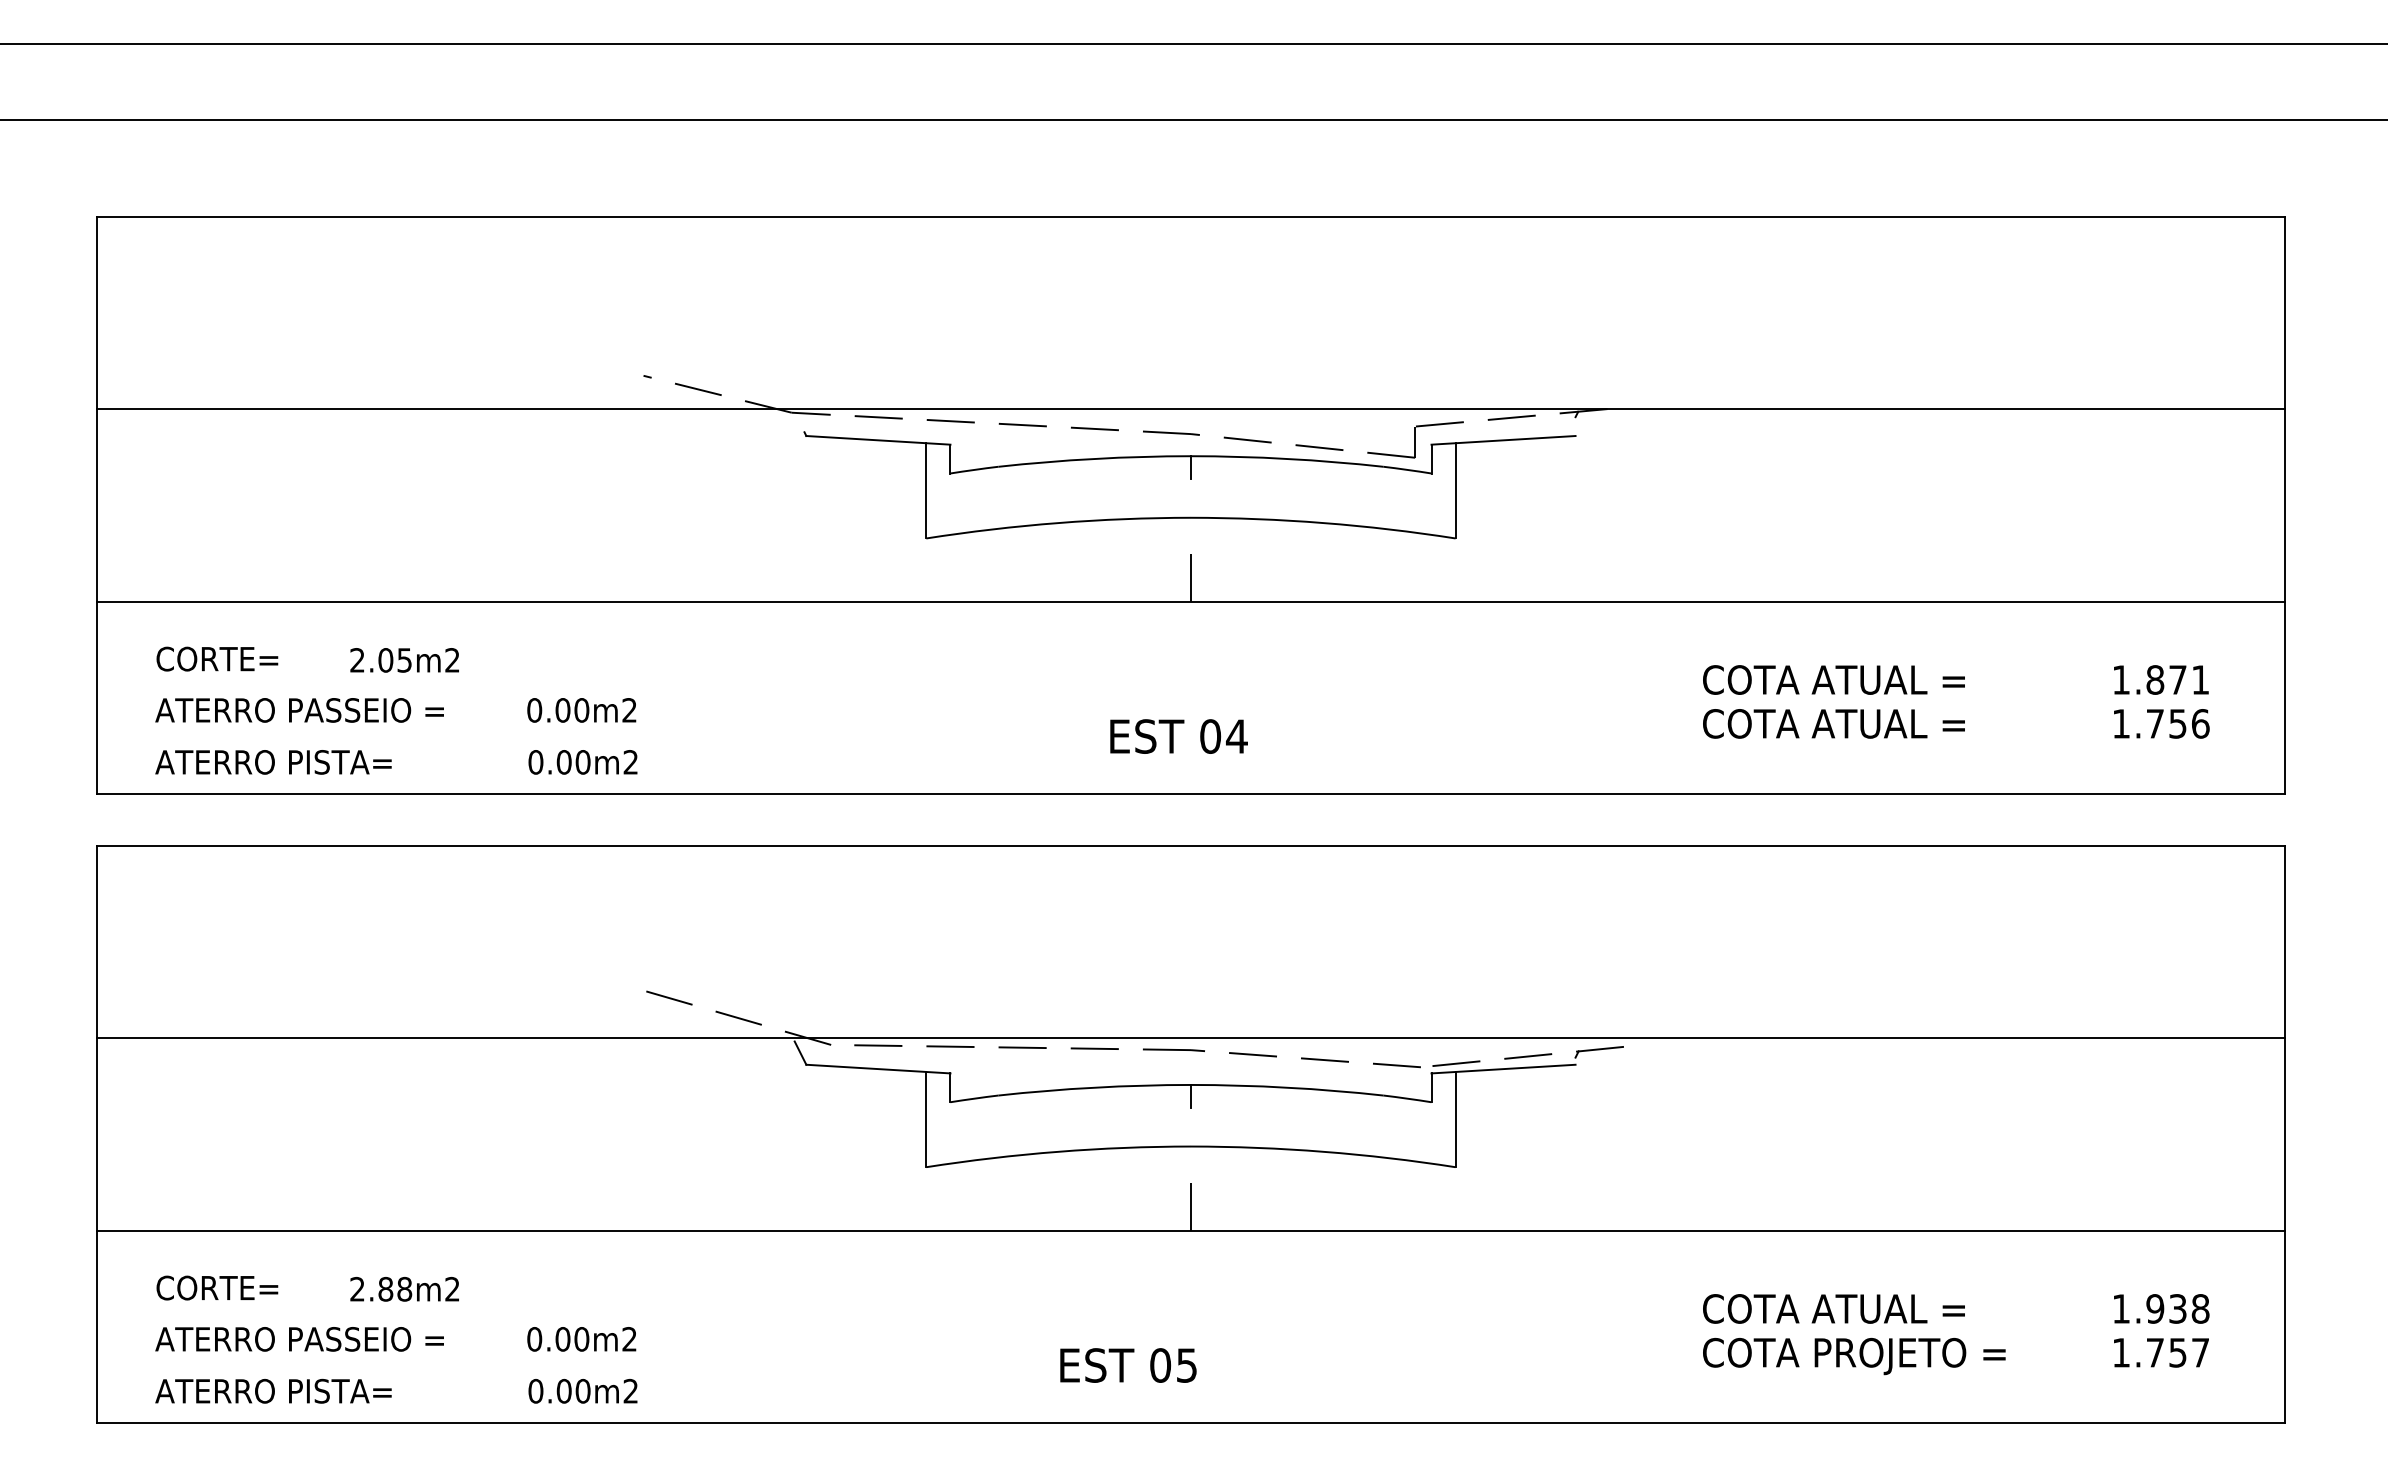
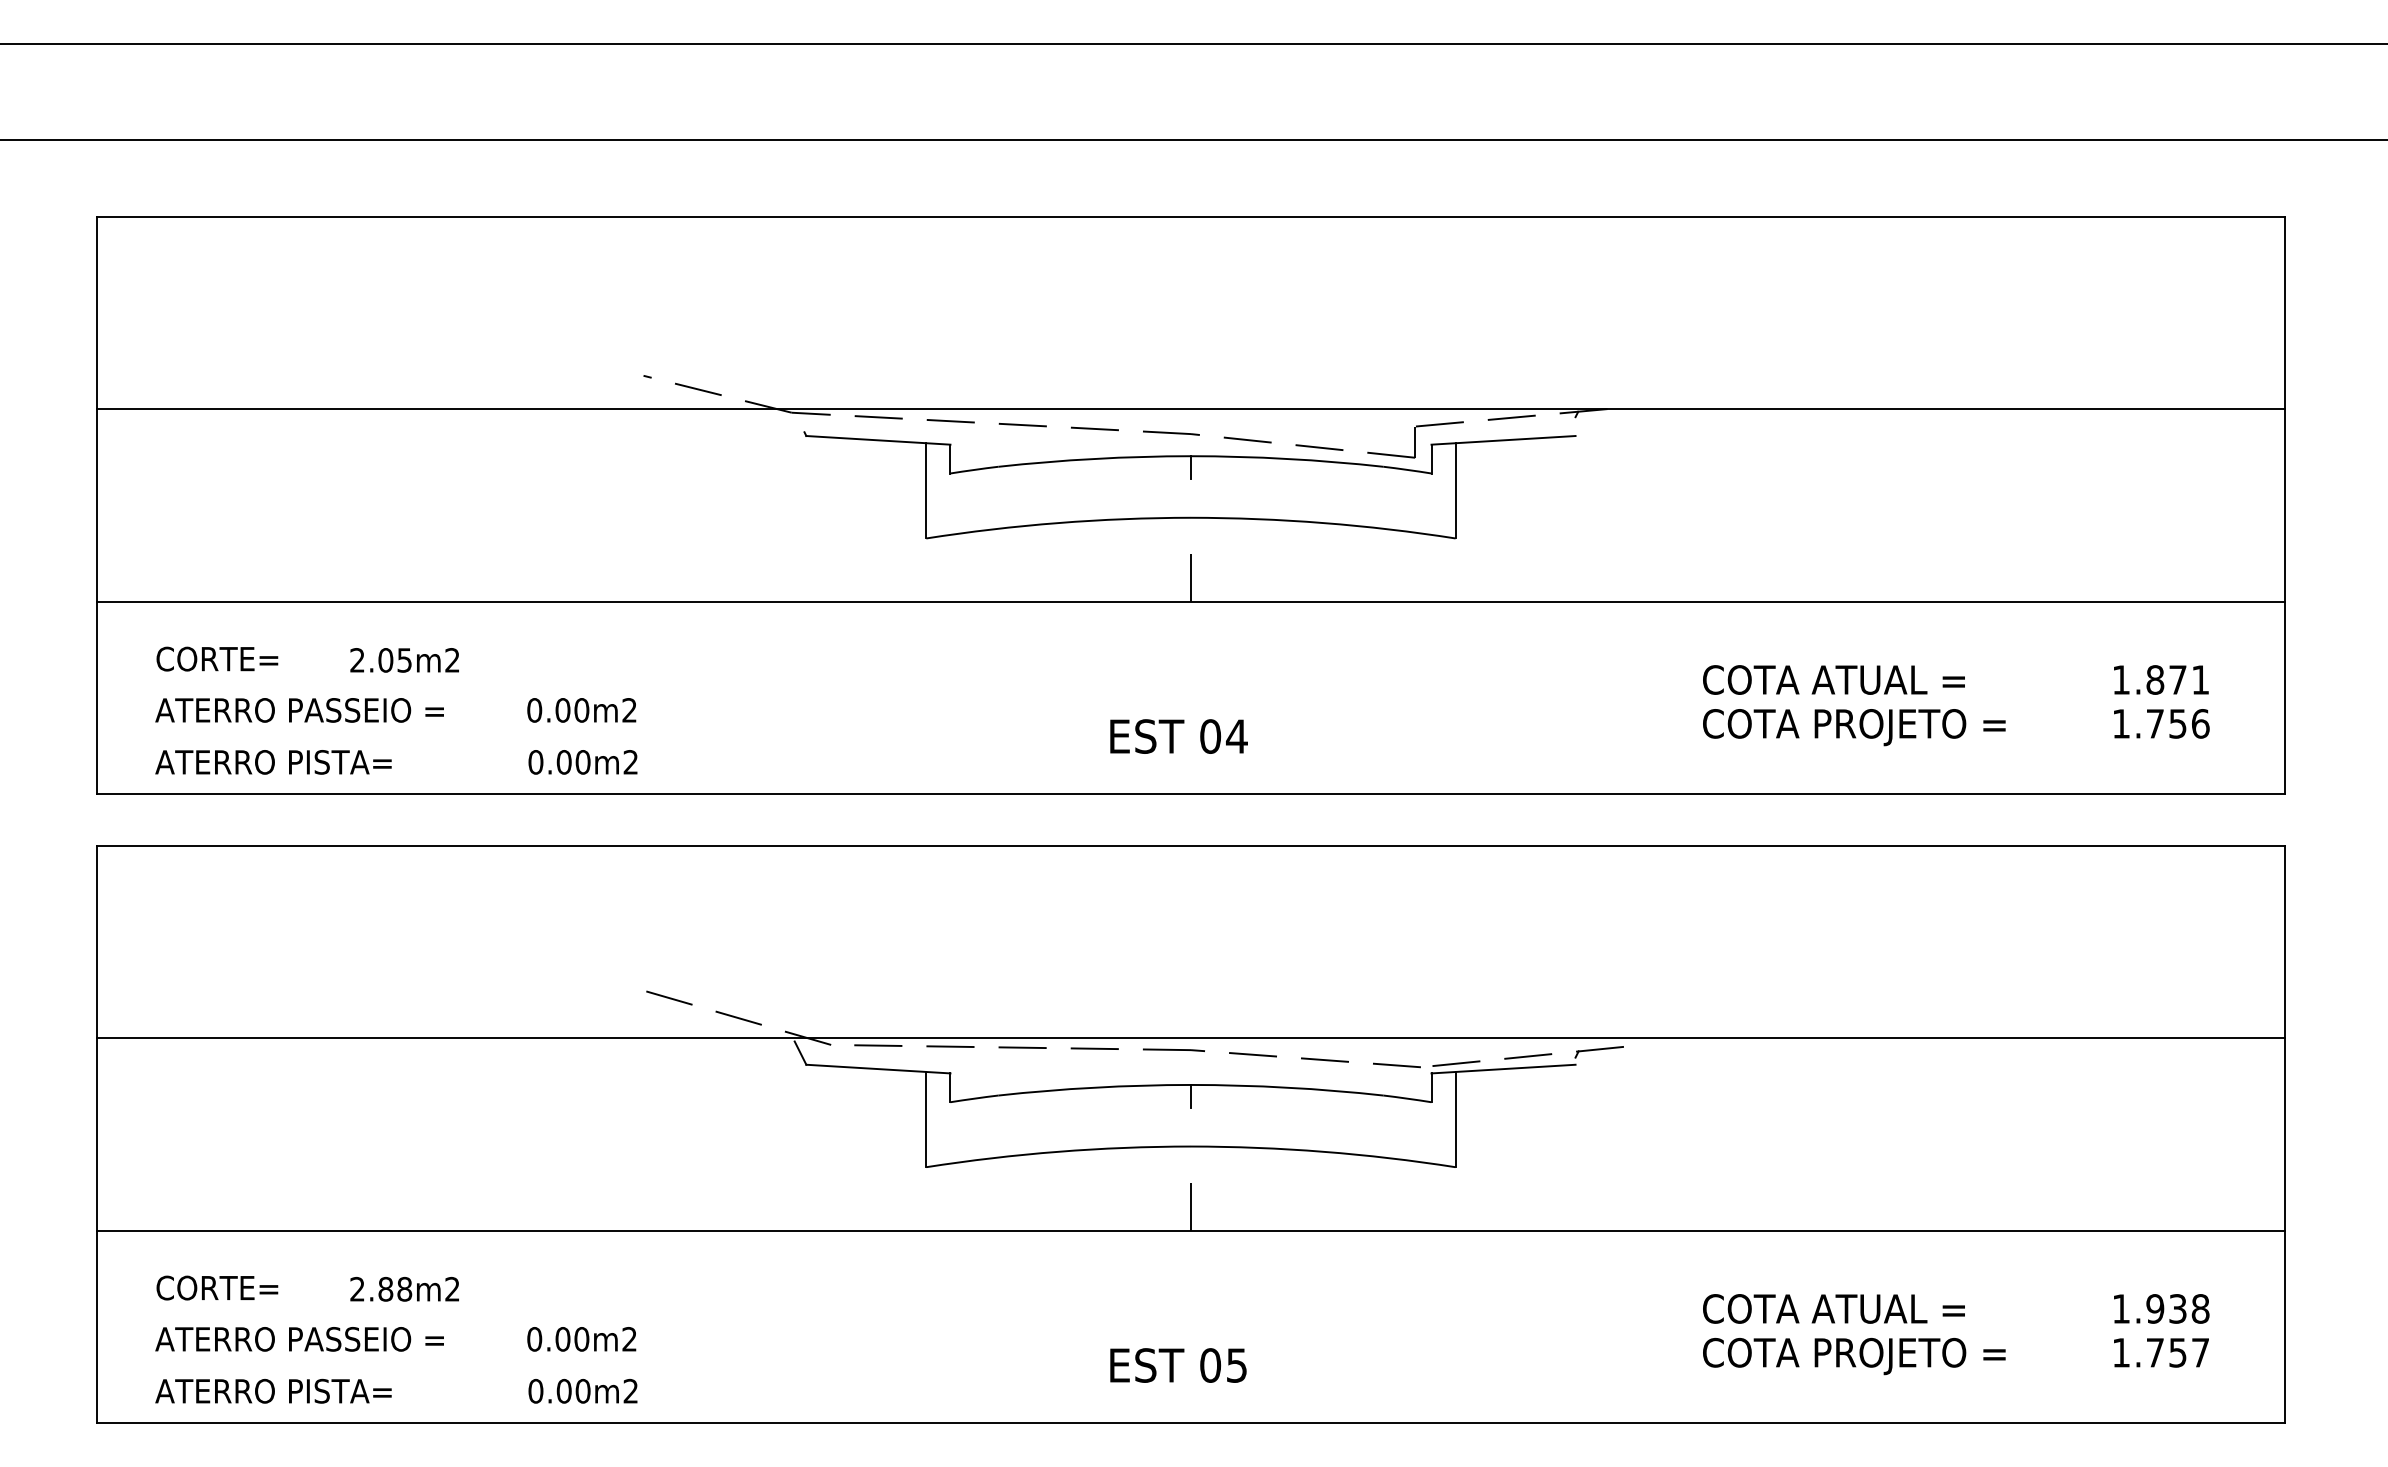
line at (1193, 120) position: (1193, 120) -> (1193, 140)
text at (1908, 727): COTA ATUAL = -> COTA PROJETO =
text at (1128, 1365) position: (1128, 1365) -> (1178, 1365)
